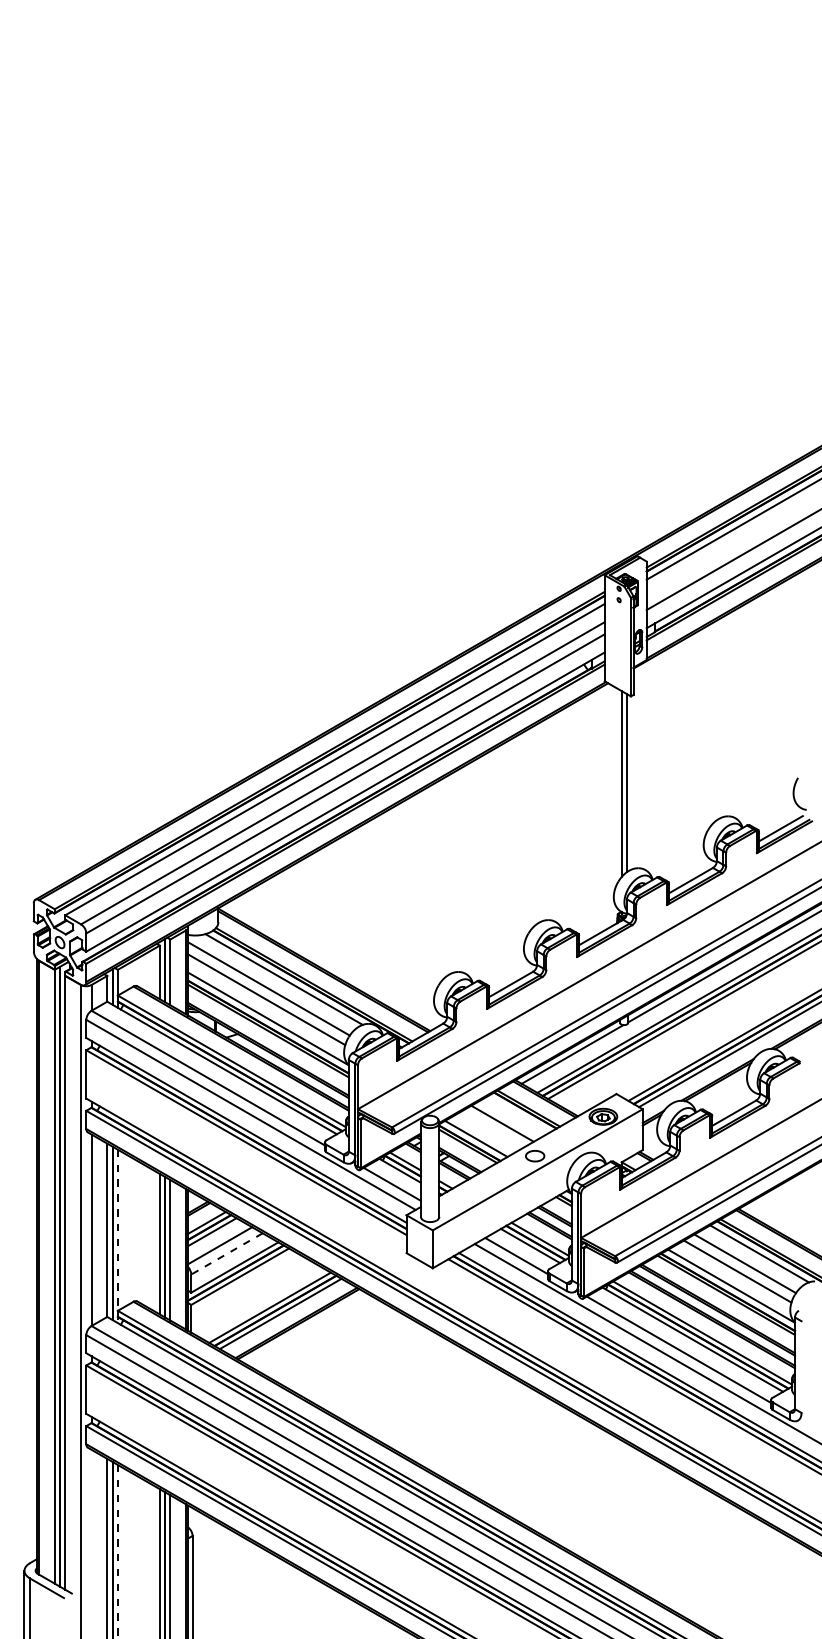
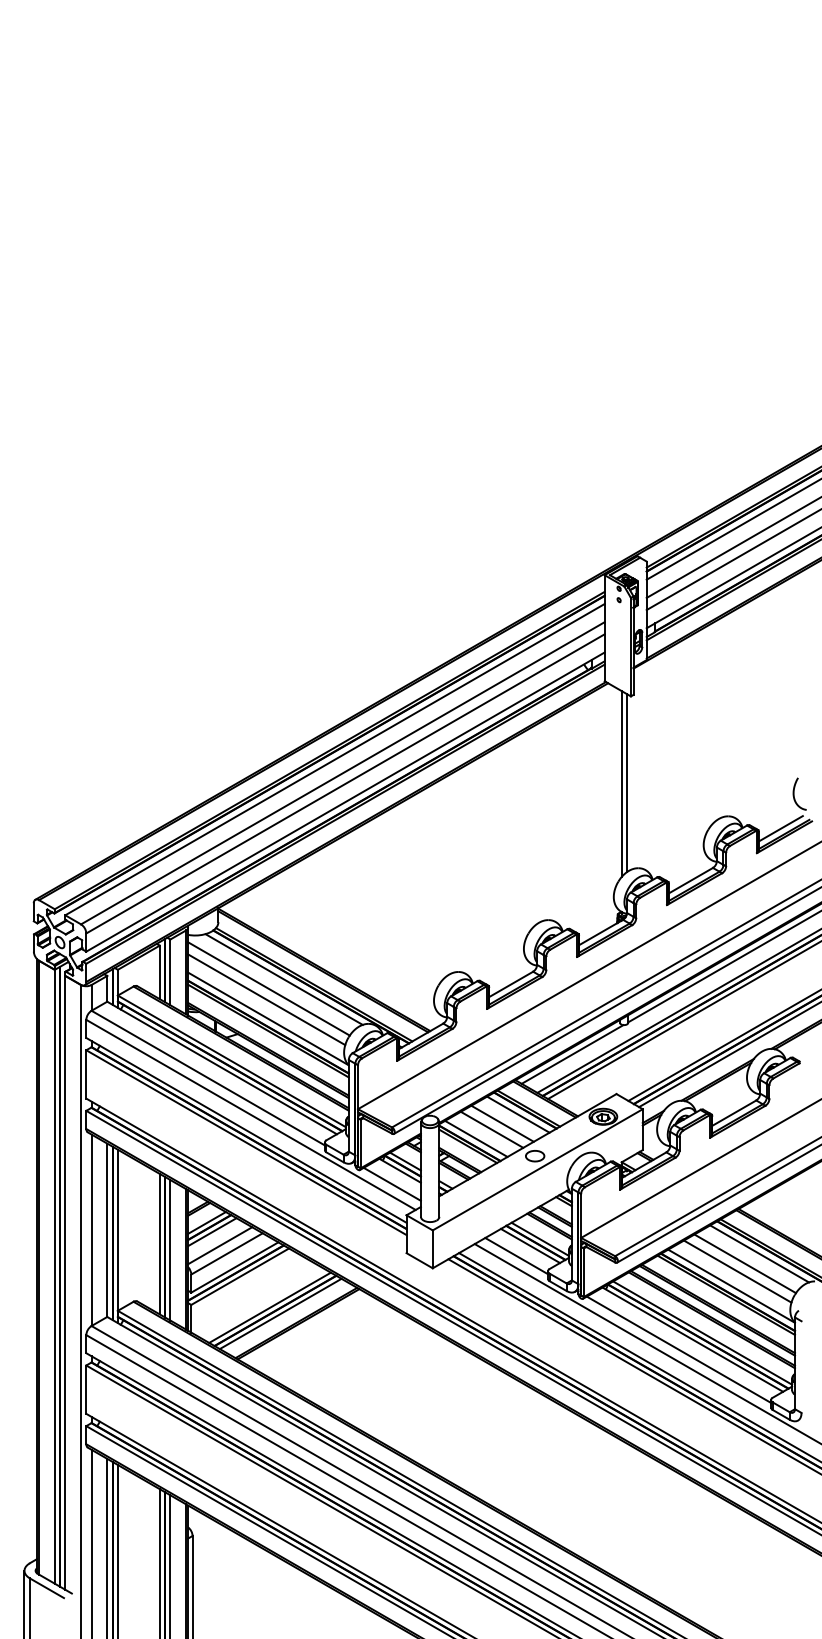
line at (732, 547): none -> present
line at (518, 1114): none -> present
line at (491, 1129): none -> present
line at (117, 1236): dashed -> solid
line at (226, 1254): dashed -> solid
line at (91, 1542): none -> present
line at (117, 1551): dashed -> solid
